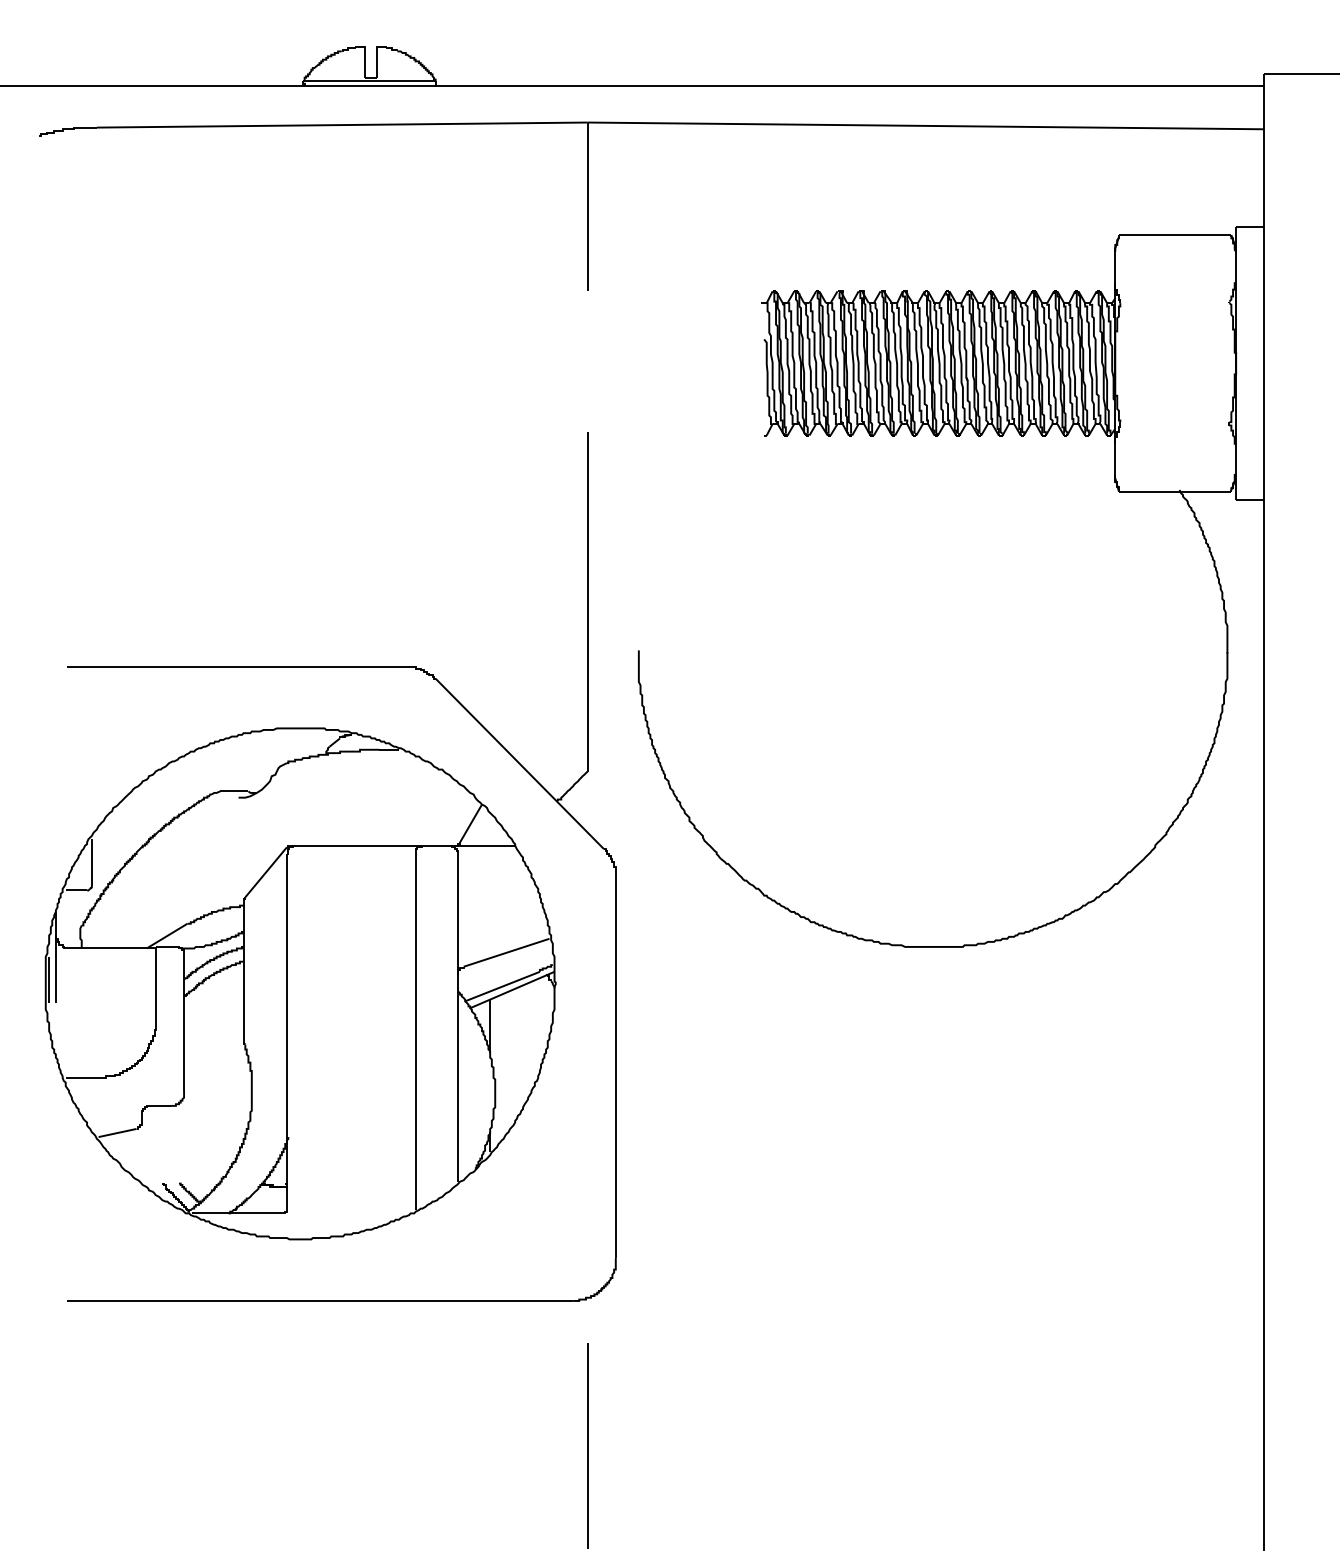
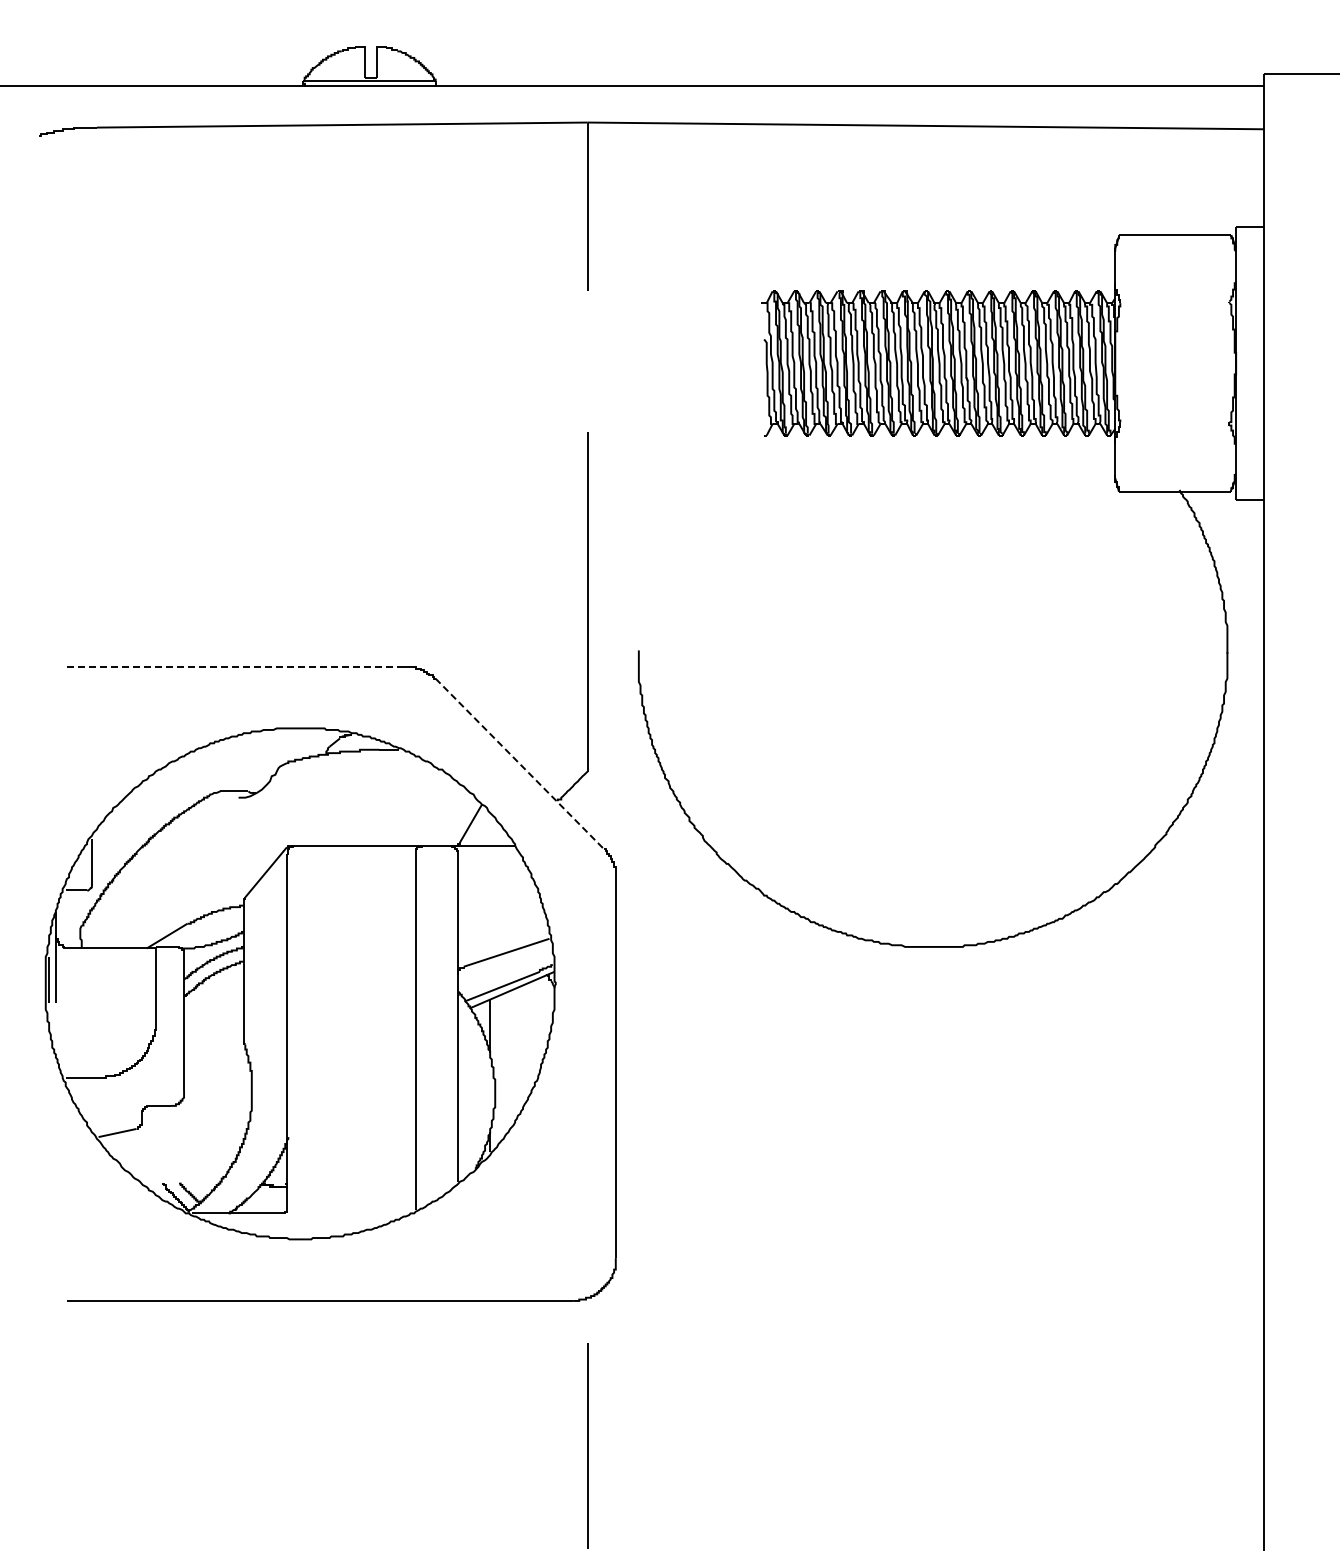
line at (235, 667): solid -> dashed
line at (519, 763): solid -> dashed
